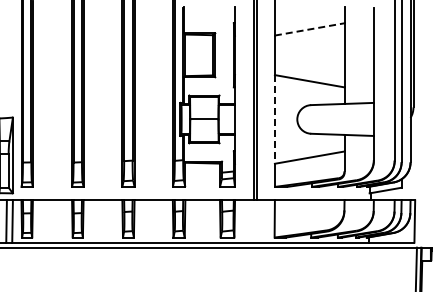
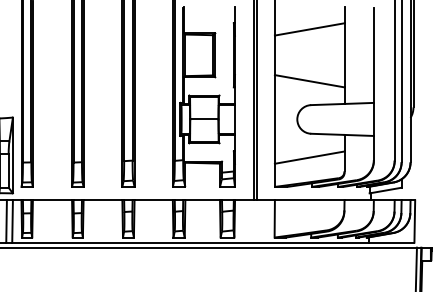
line at (310, 29): dashed -> solid
line at (274, 119): dashed -> solid
